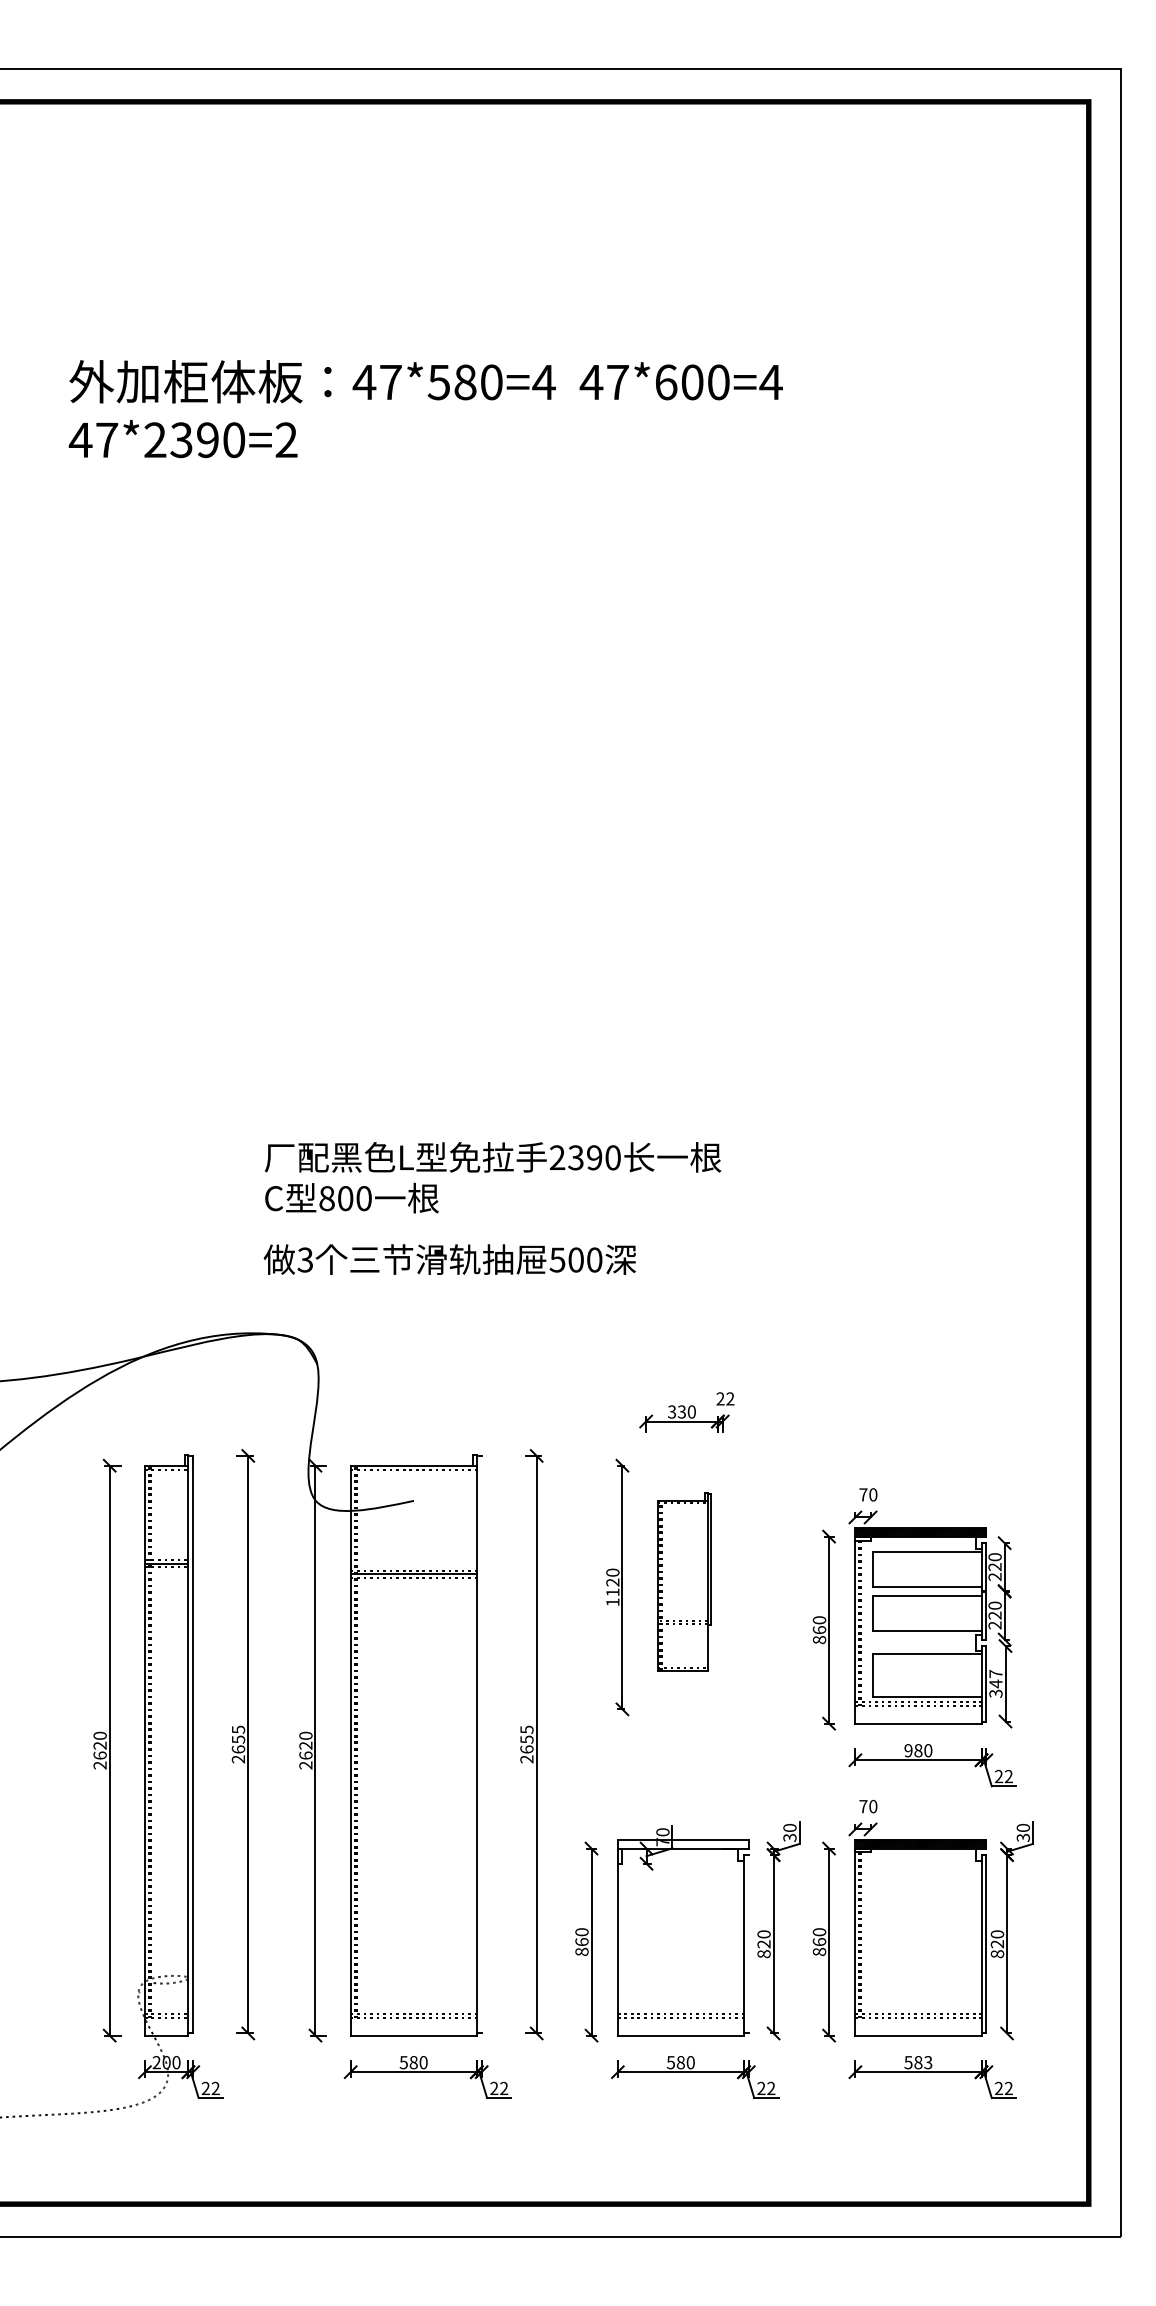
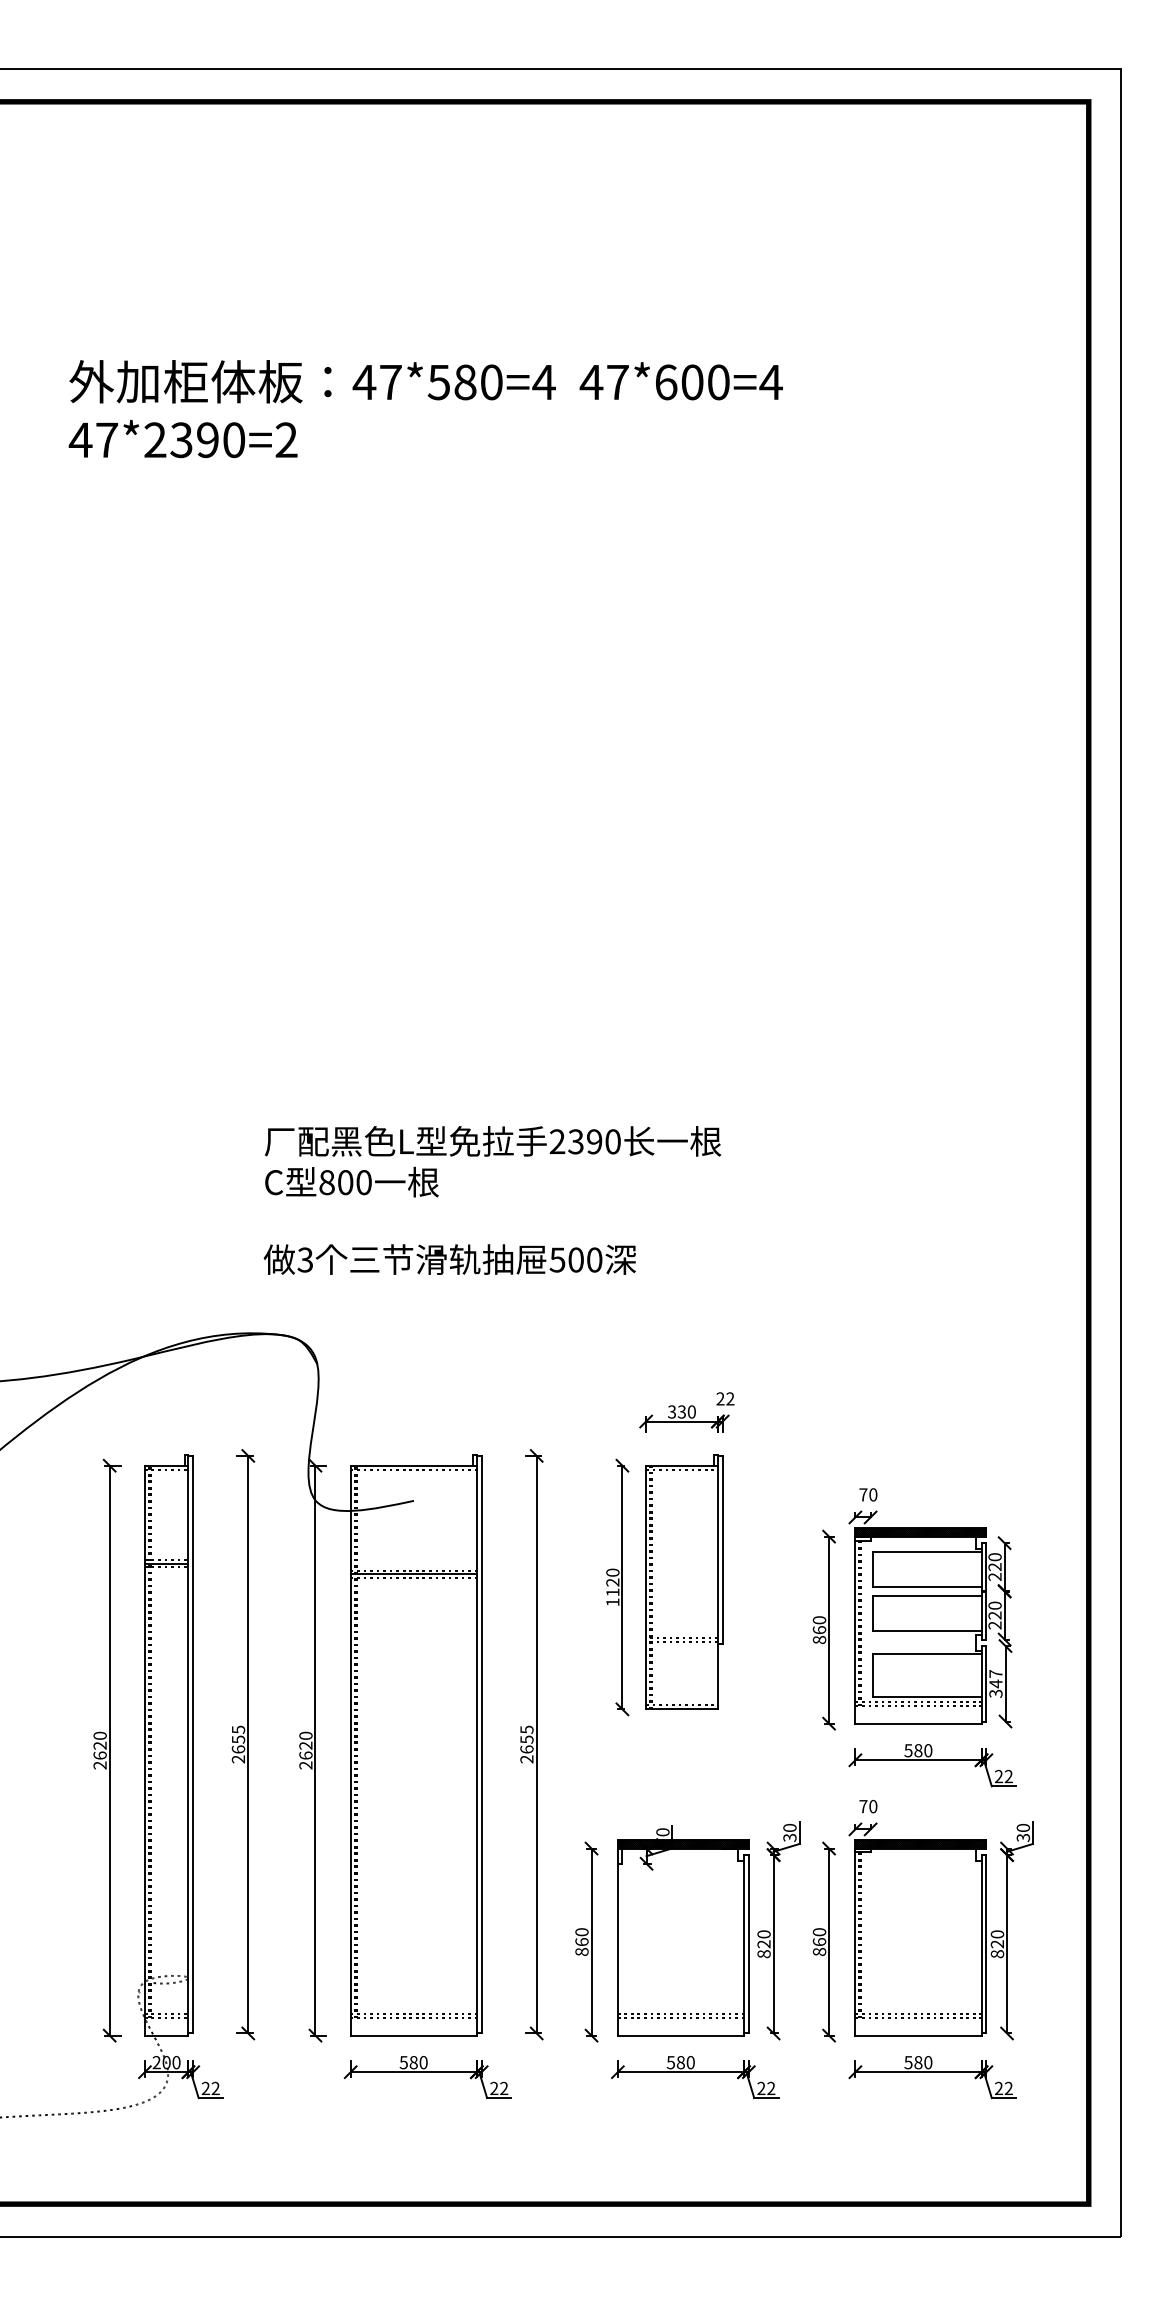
text at (493, 1177) position: (493, 1177) -> (493, 1161)
part at (684, 1581) size: 55x180 px -> 79x256 px
line at (481, 1744): none -> present
text at (908, 1750): 980 -> 580
hatch at (682, 1843): none -> present
line at (748, 1944): none -> present
text at (928, 2062): 583 -> 580
